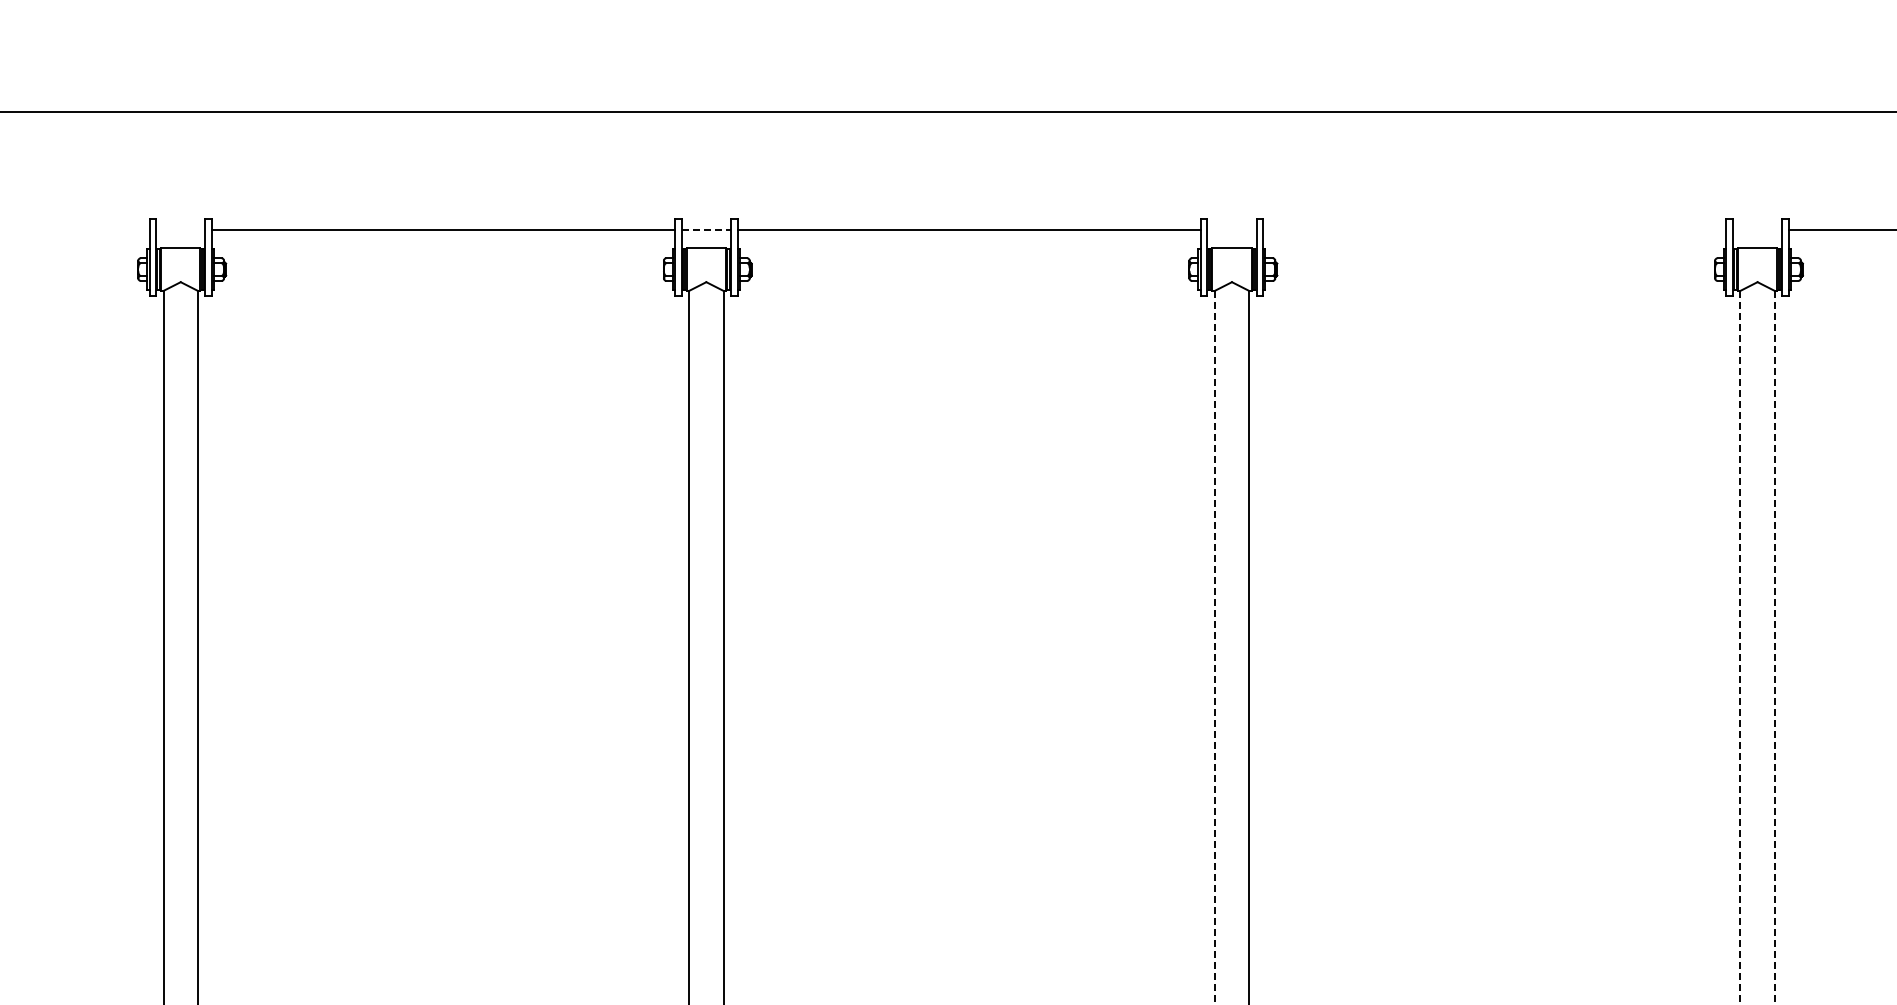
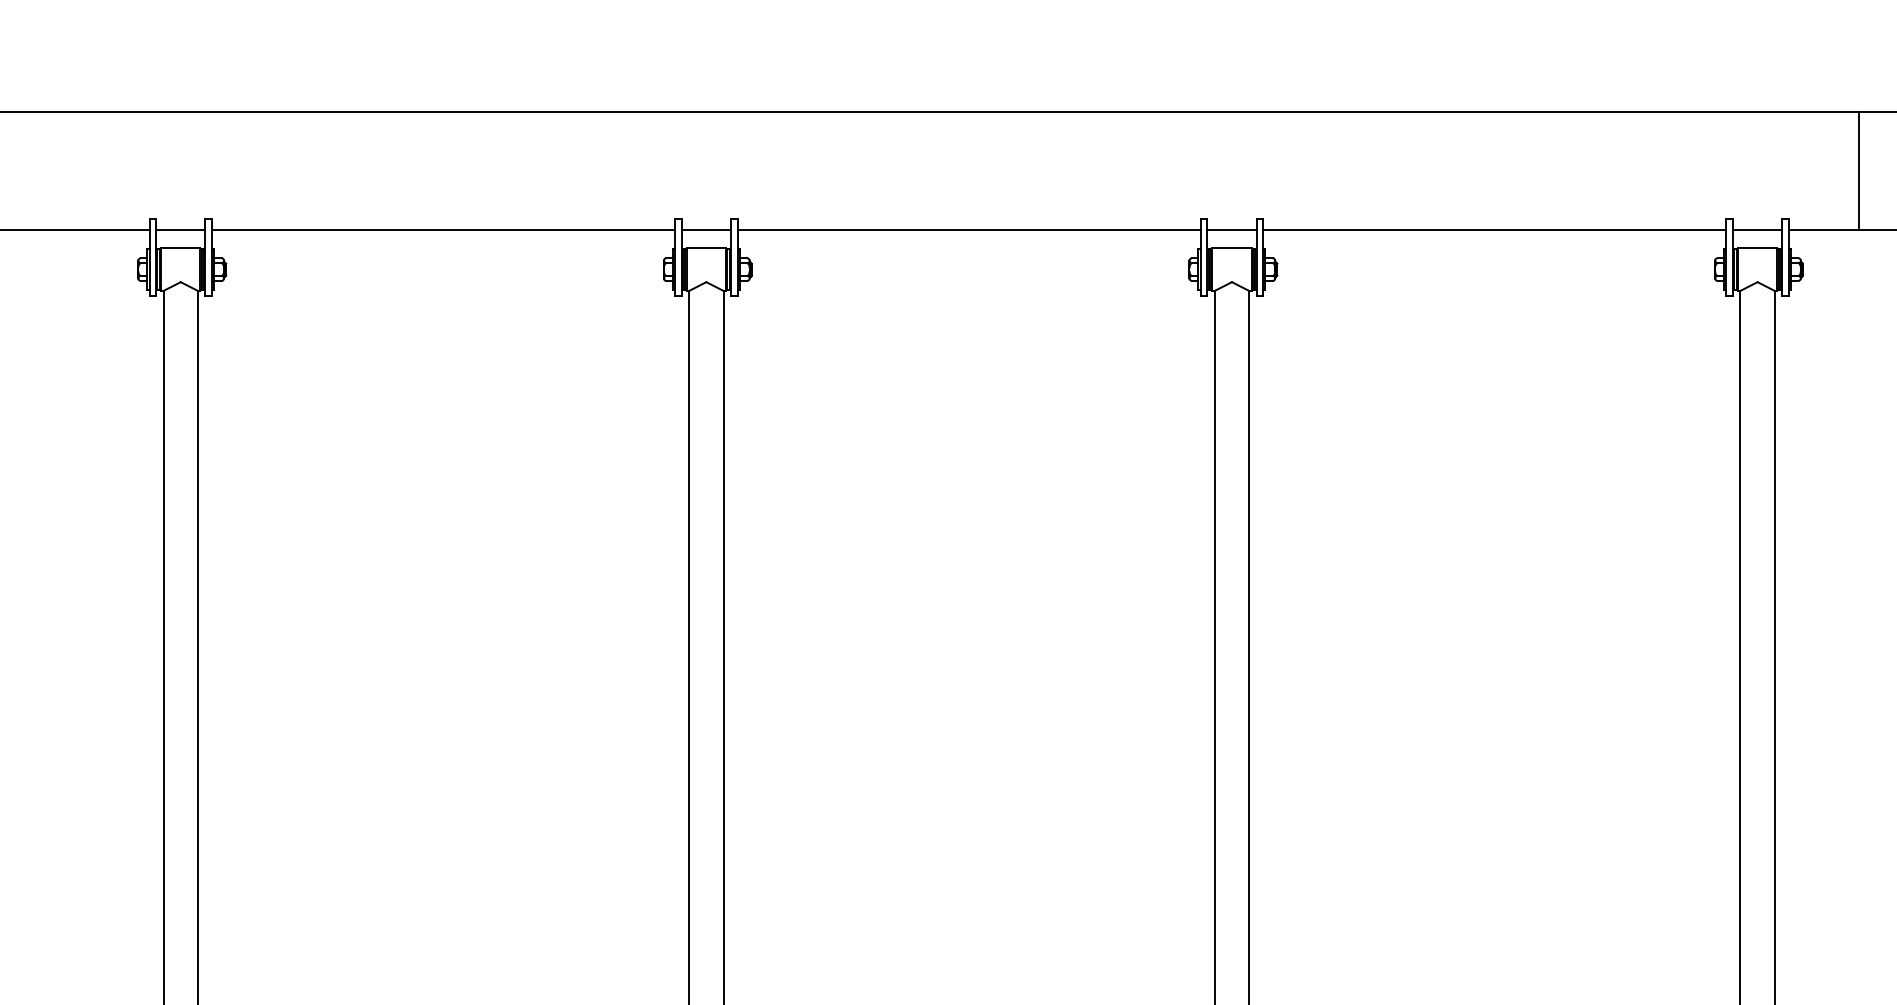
line at (1859, 170): none -> present
line at (75, 230): none -> present
line at (180, 230): none -> present
line at (706, 230): dashed -> solid
line at (1231, 230): none -> present
line at (1494, 230): none -> present
line at (1757, 230): none -> present
line at (1214, 647): dashed -> solid
line at (1740, 647): dashed -> solid
line at (1774, 647): dashed -> solid
